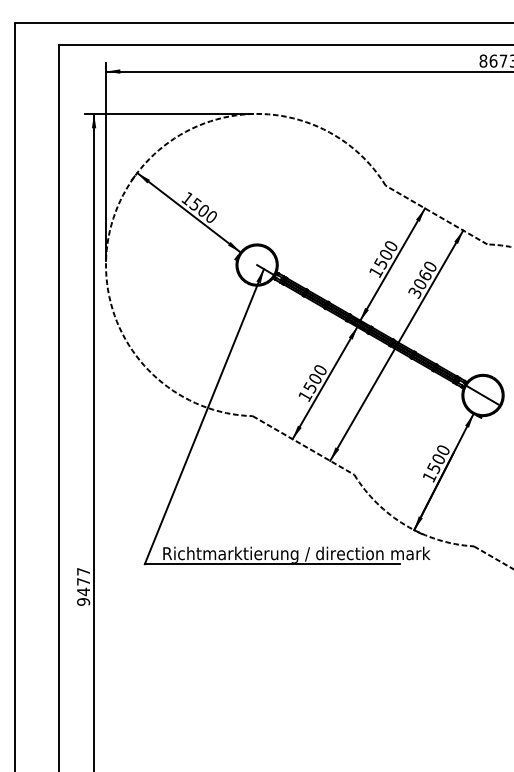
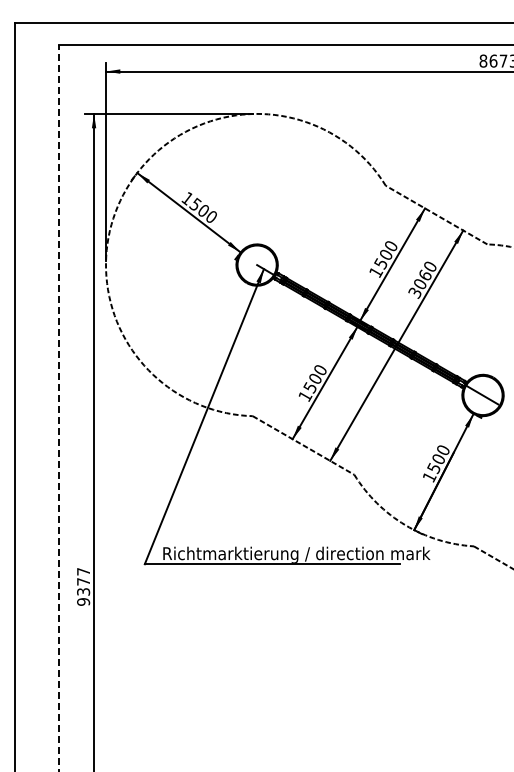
line at (58, 407): solid -> dashed
text at (83, 591): 9477 -> 9377
